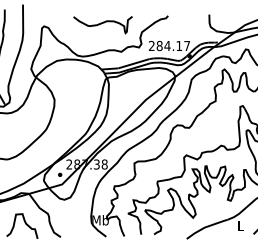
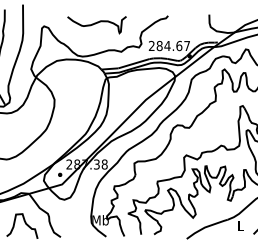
curve at (101, 24) position: (101, 24) -> (95, 24)
text at (179, 45): 284.17 -> 284.67
